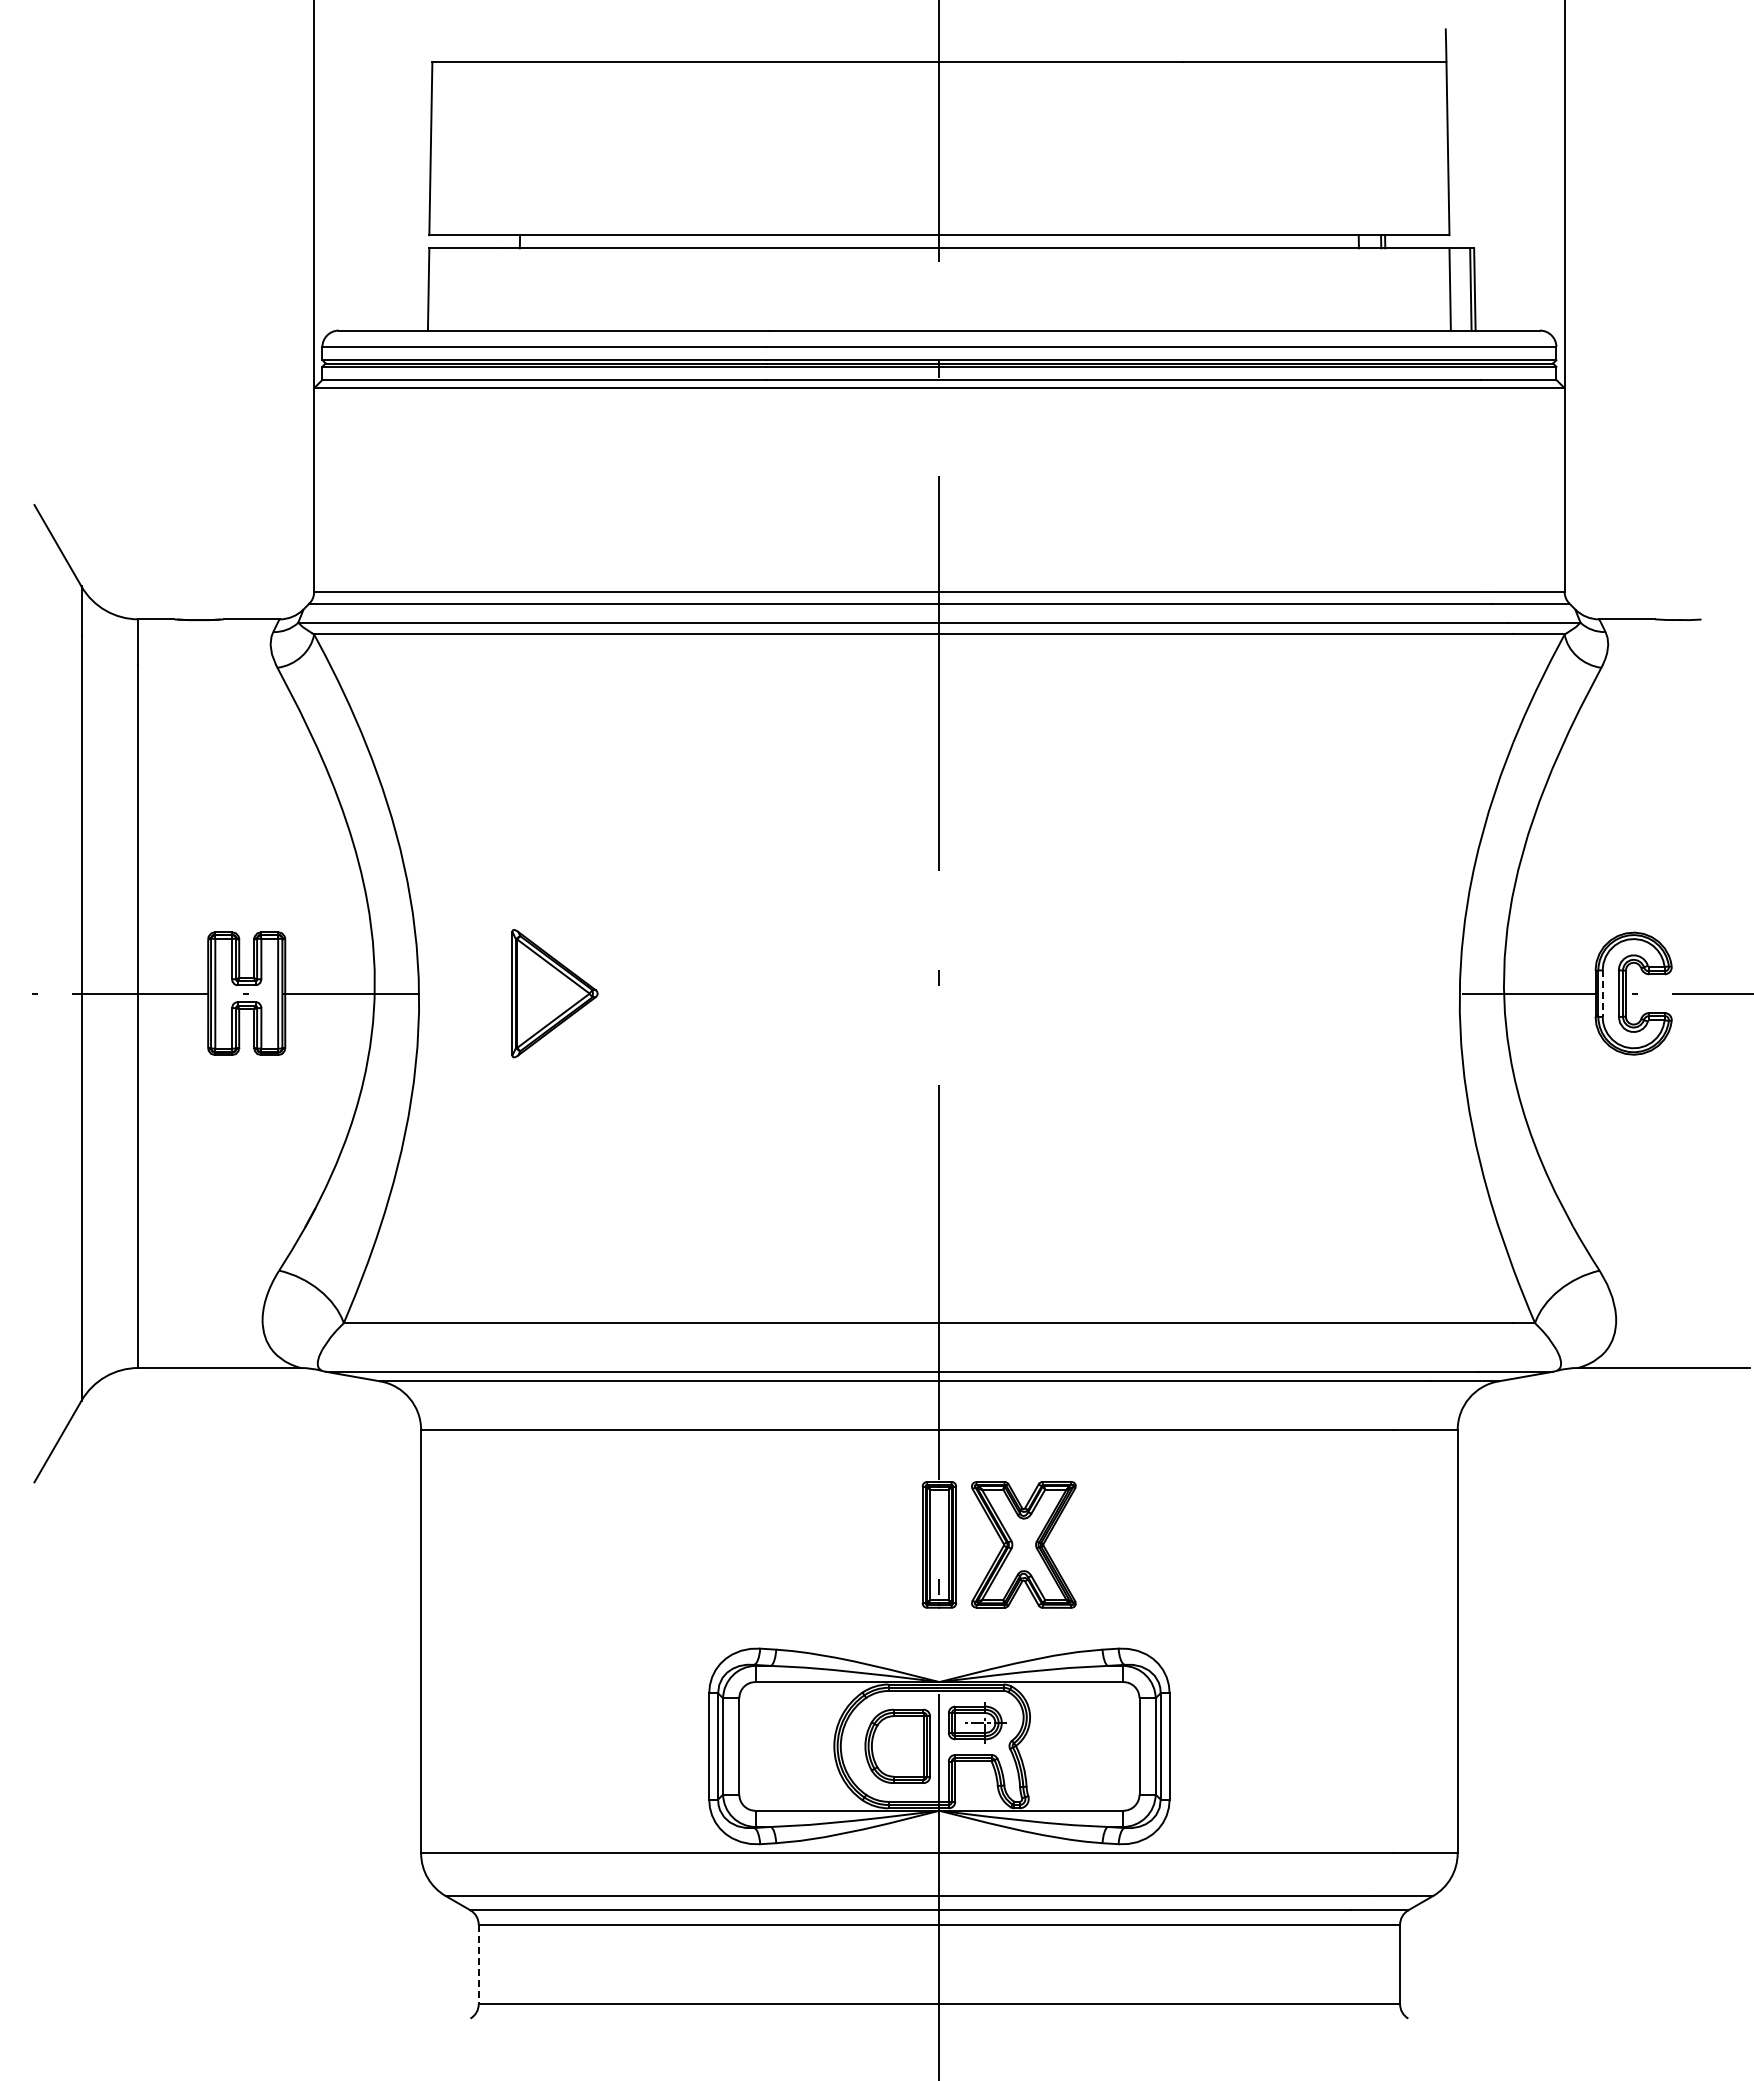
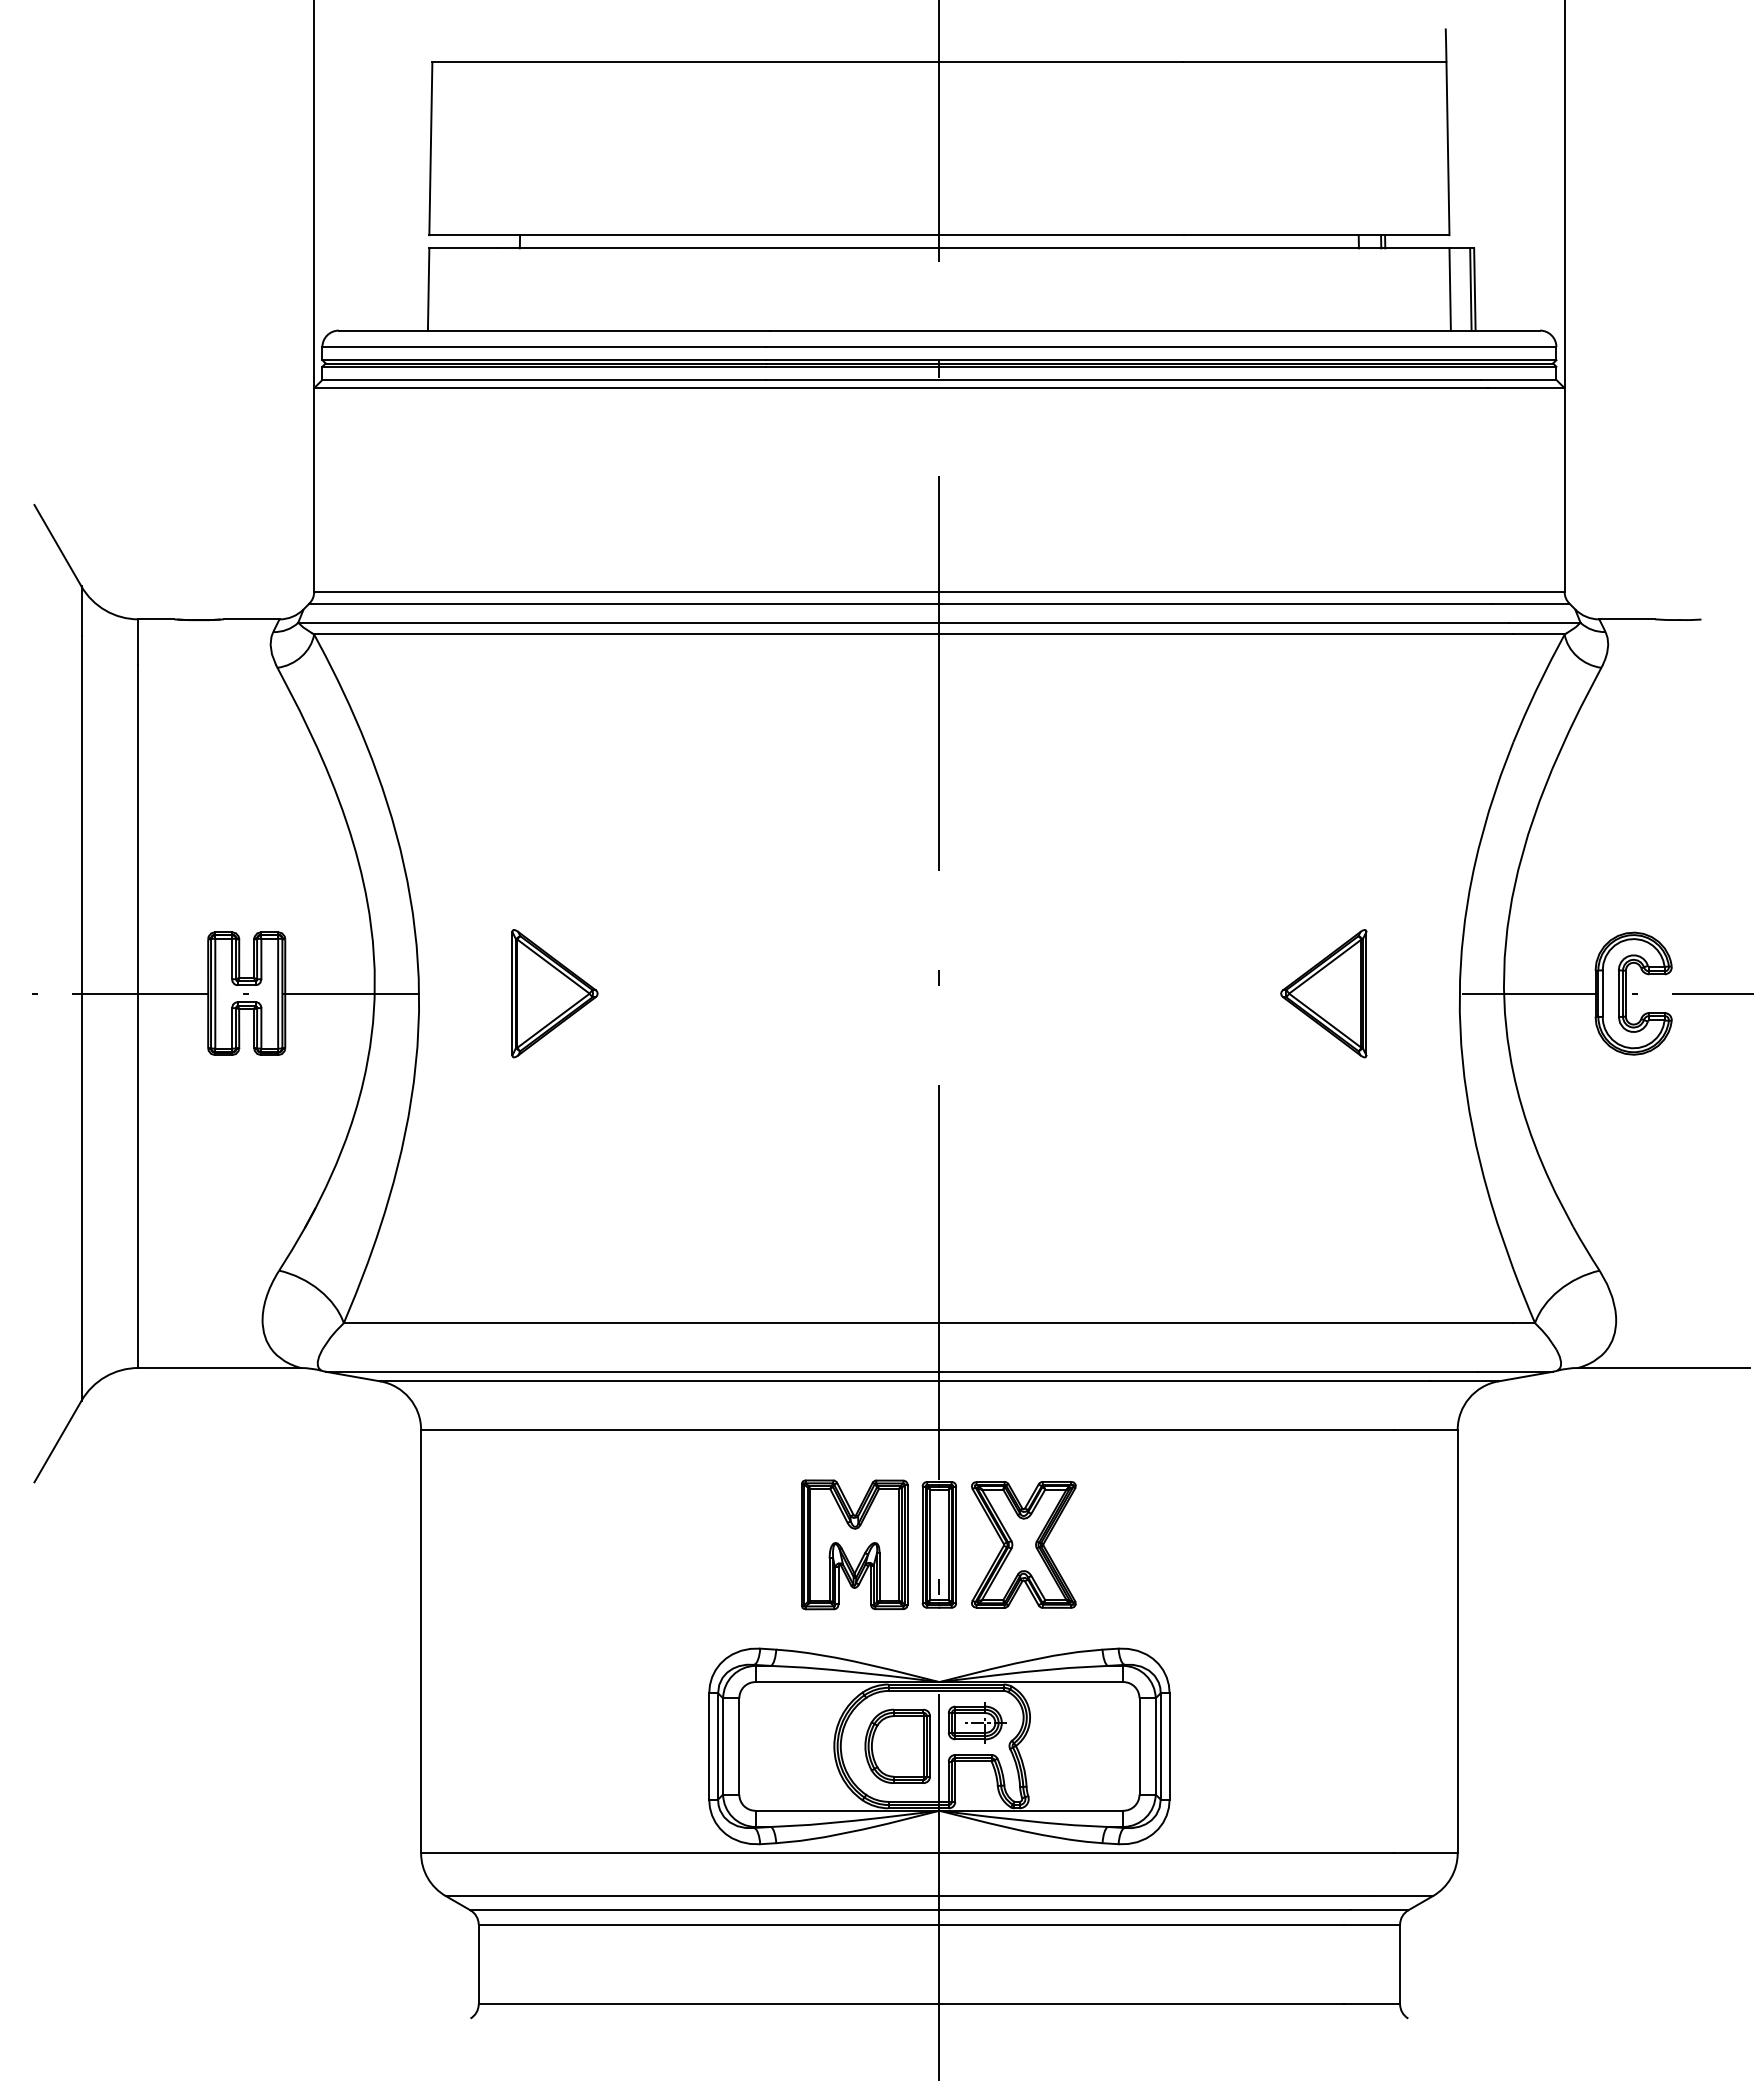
part at (1323, 993): none -> present
line at (1602, 994): dashed -> solid
part at (854, 1544): none -> present
line at (478, 1964): dashed -> solid
